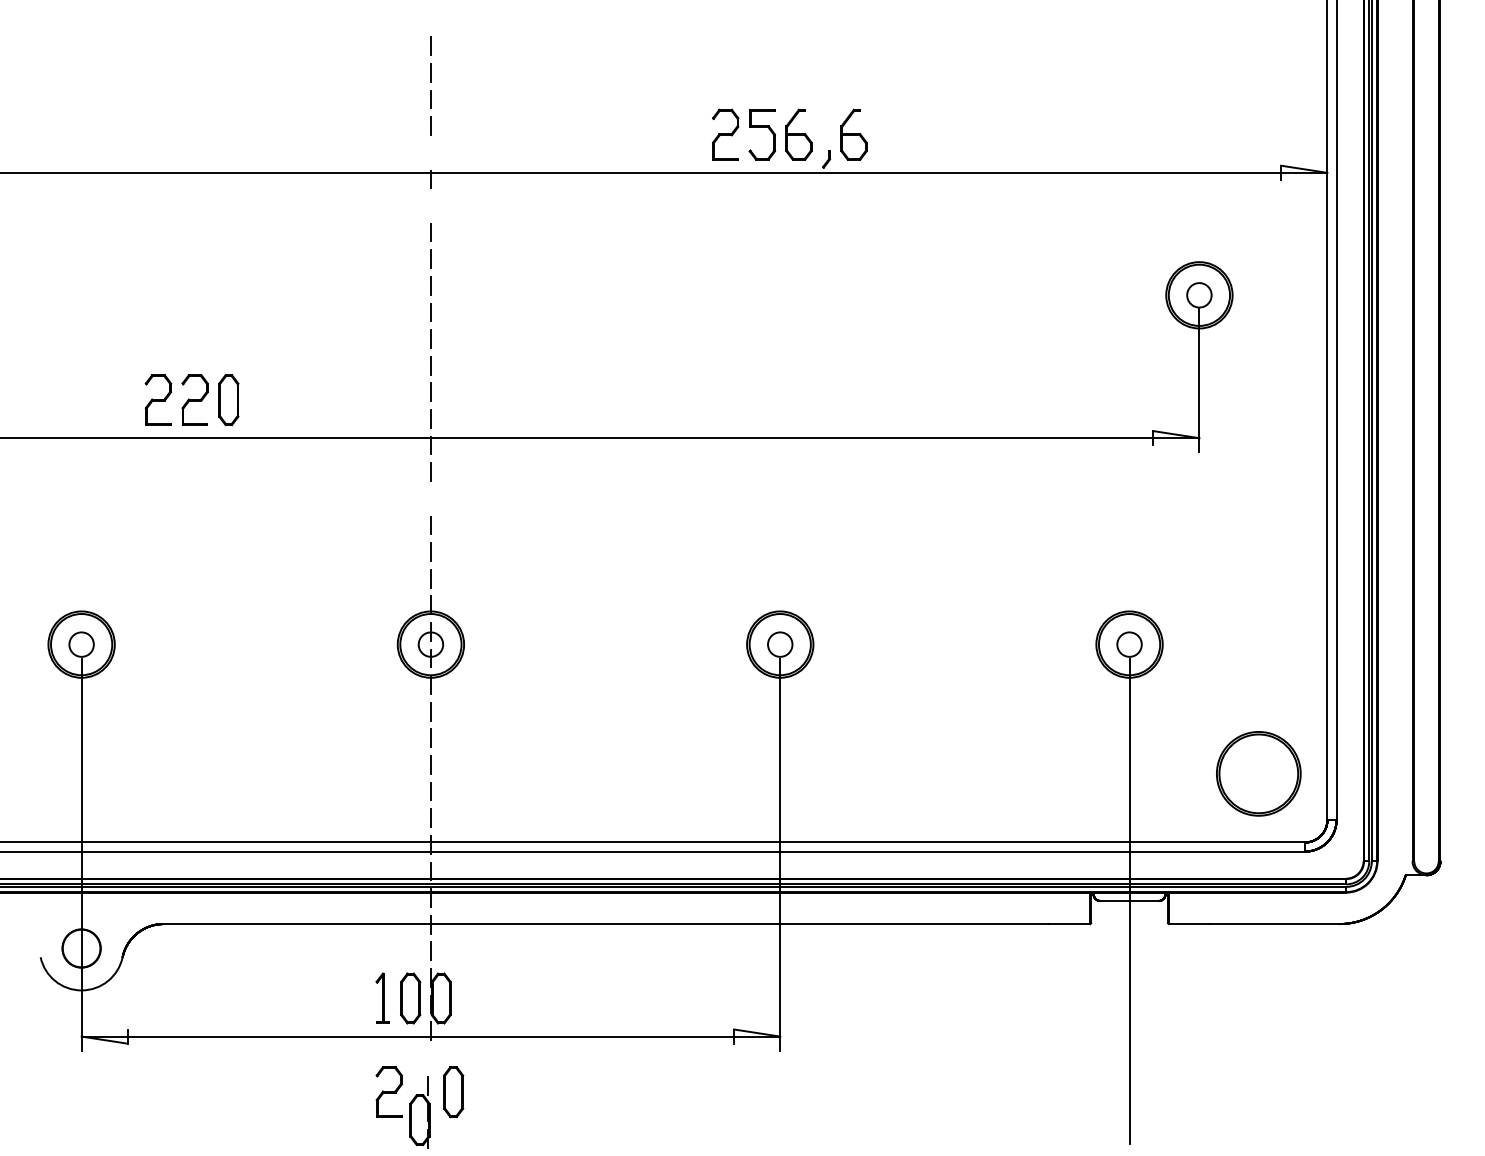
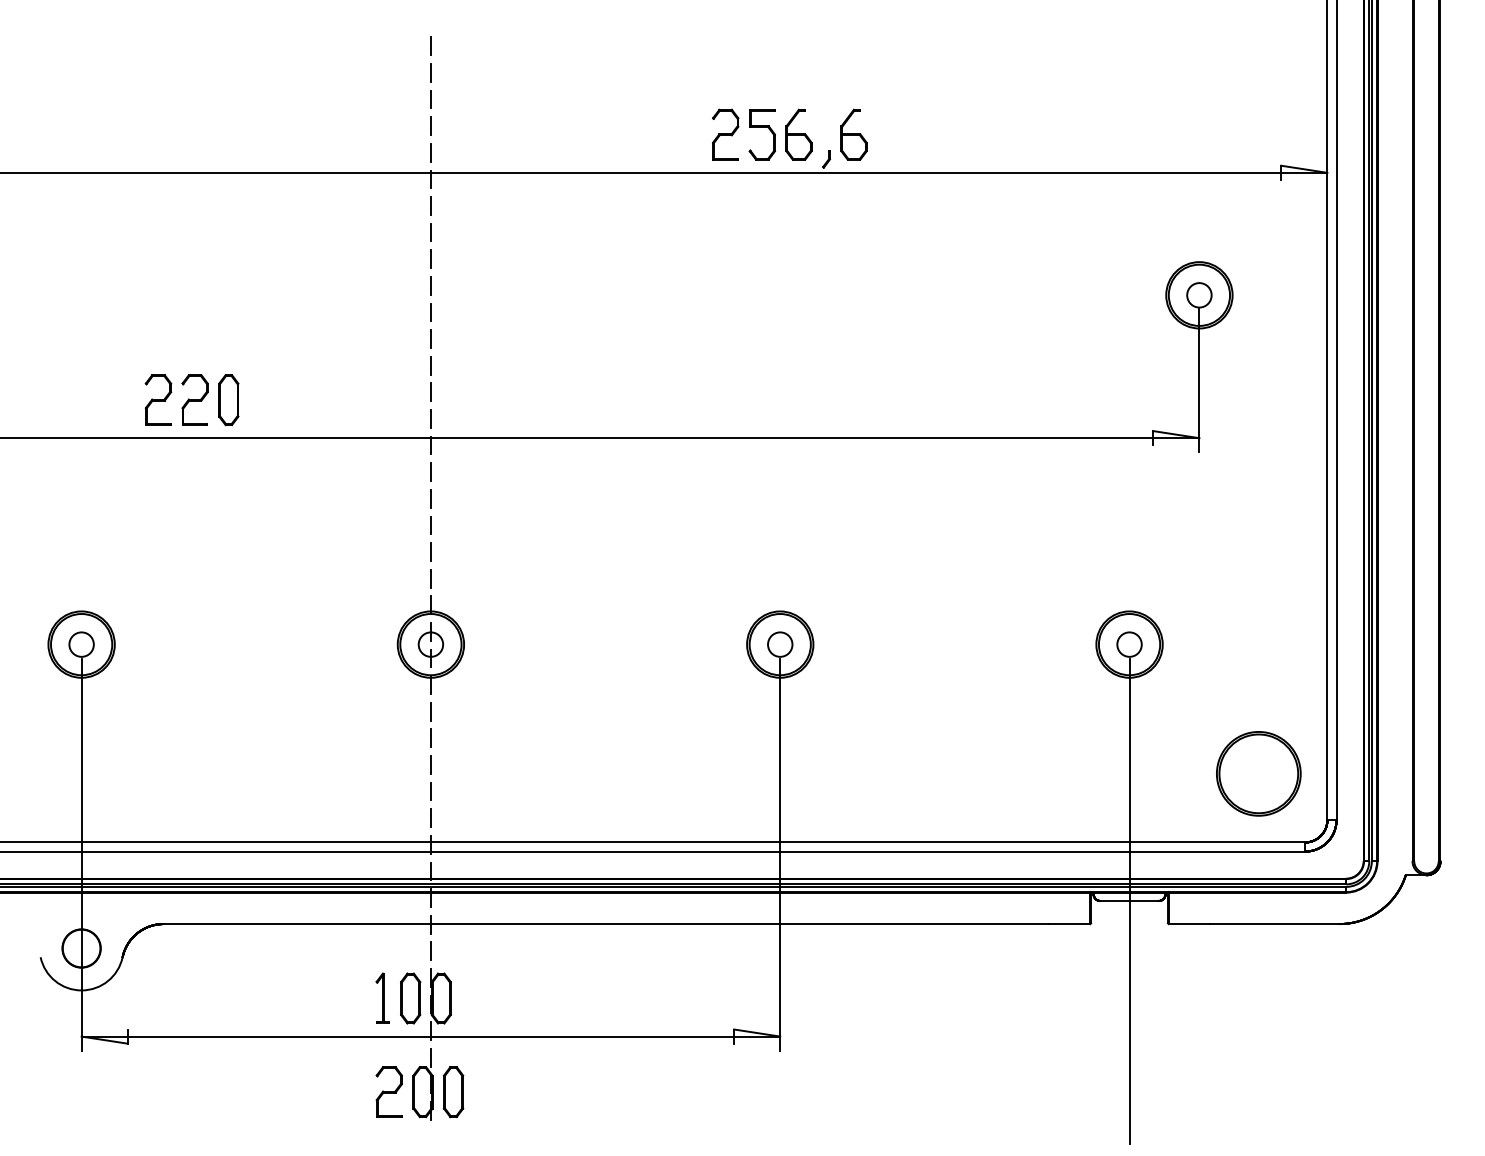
line at (430, 152): none -> present
line at (430, 205): none -> present
line at (430, 498): none -> present
part at (419, 1112) position: (419, 1112) -> (422, 1084)
